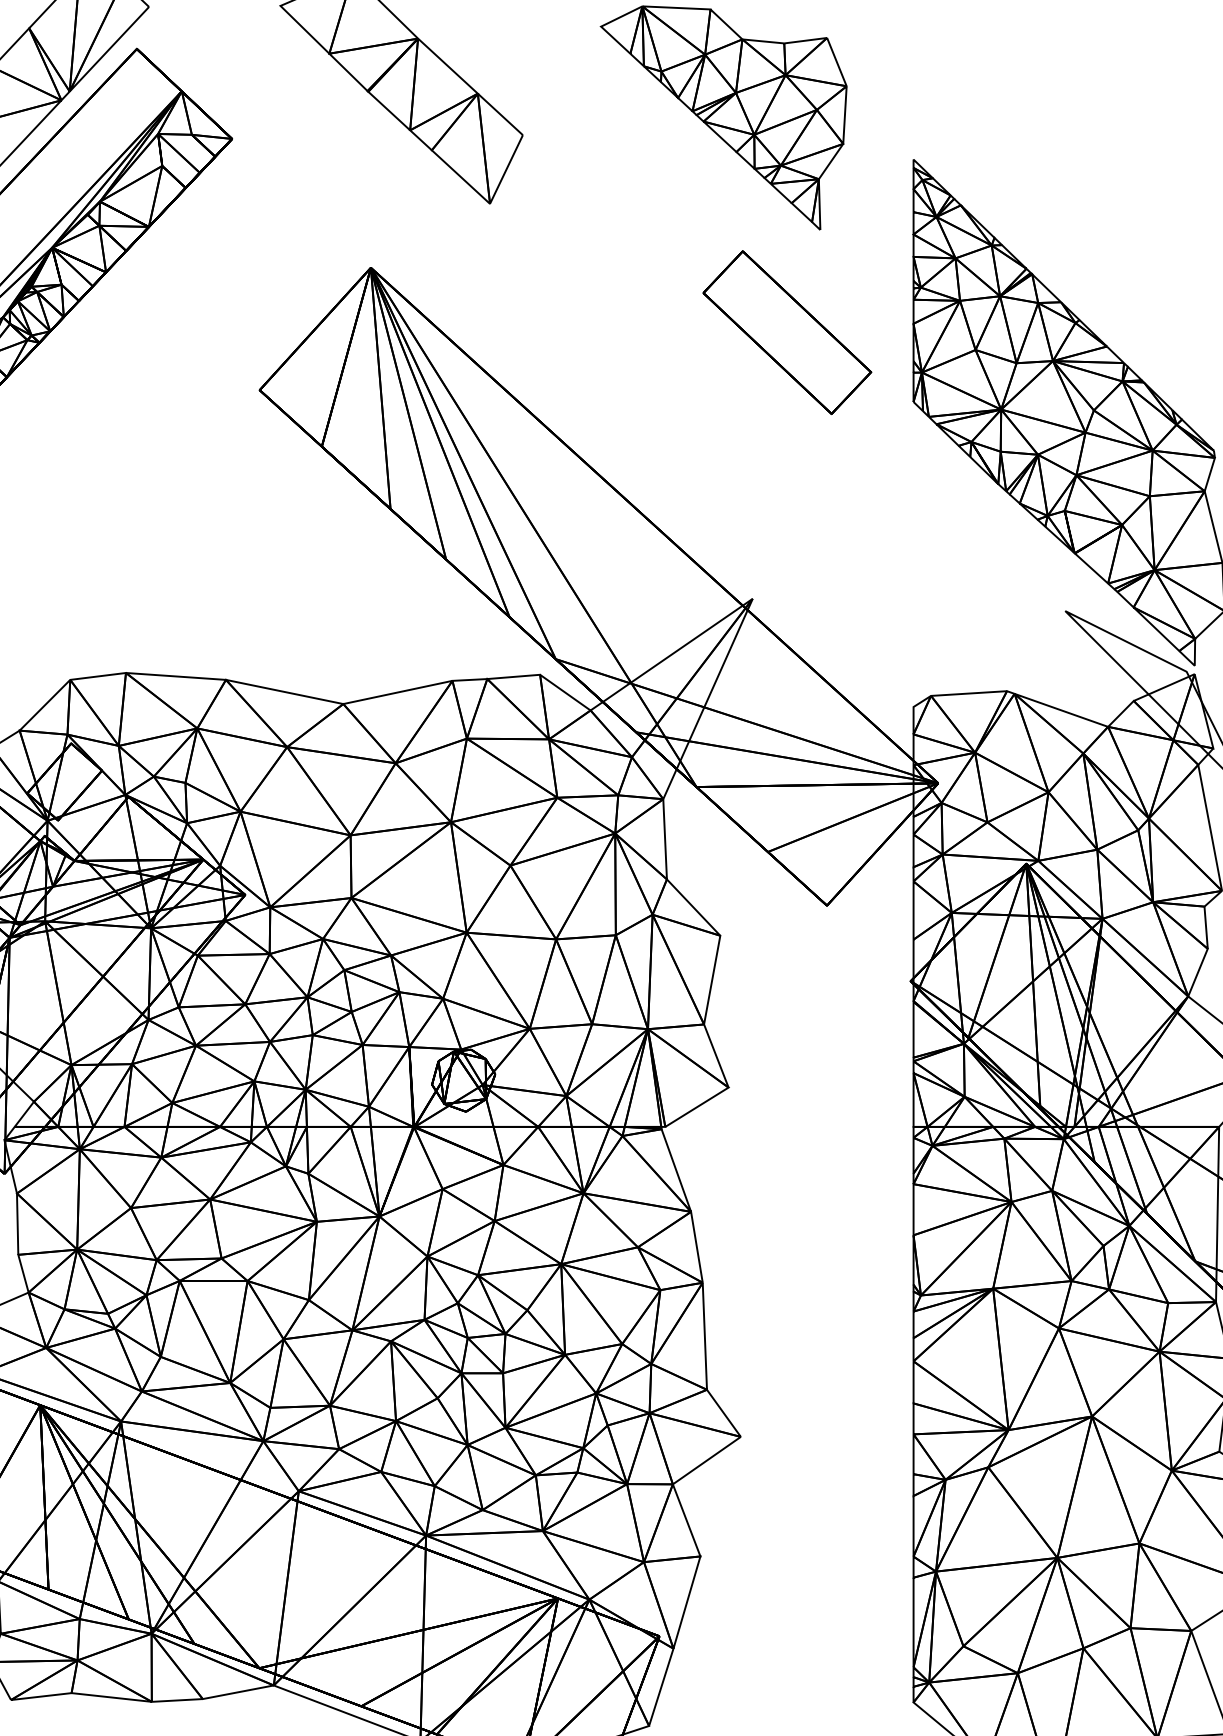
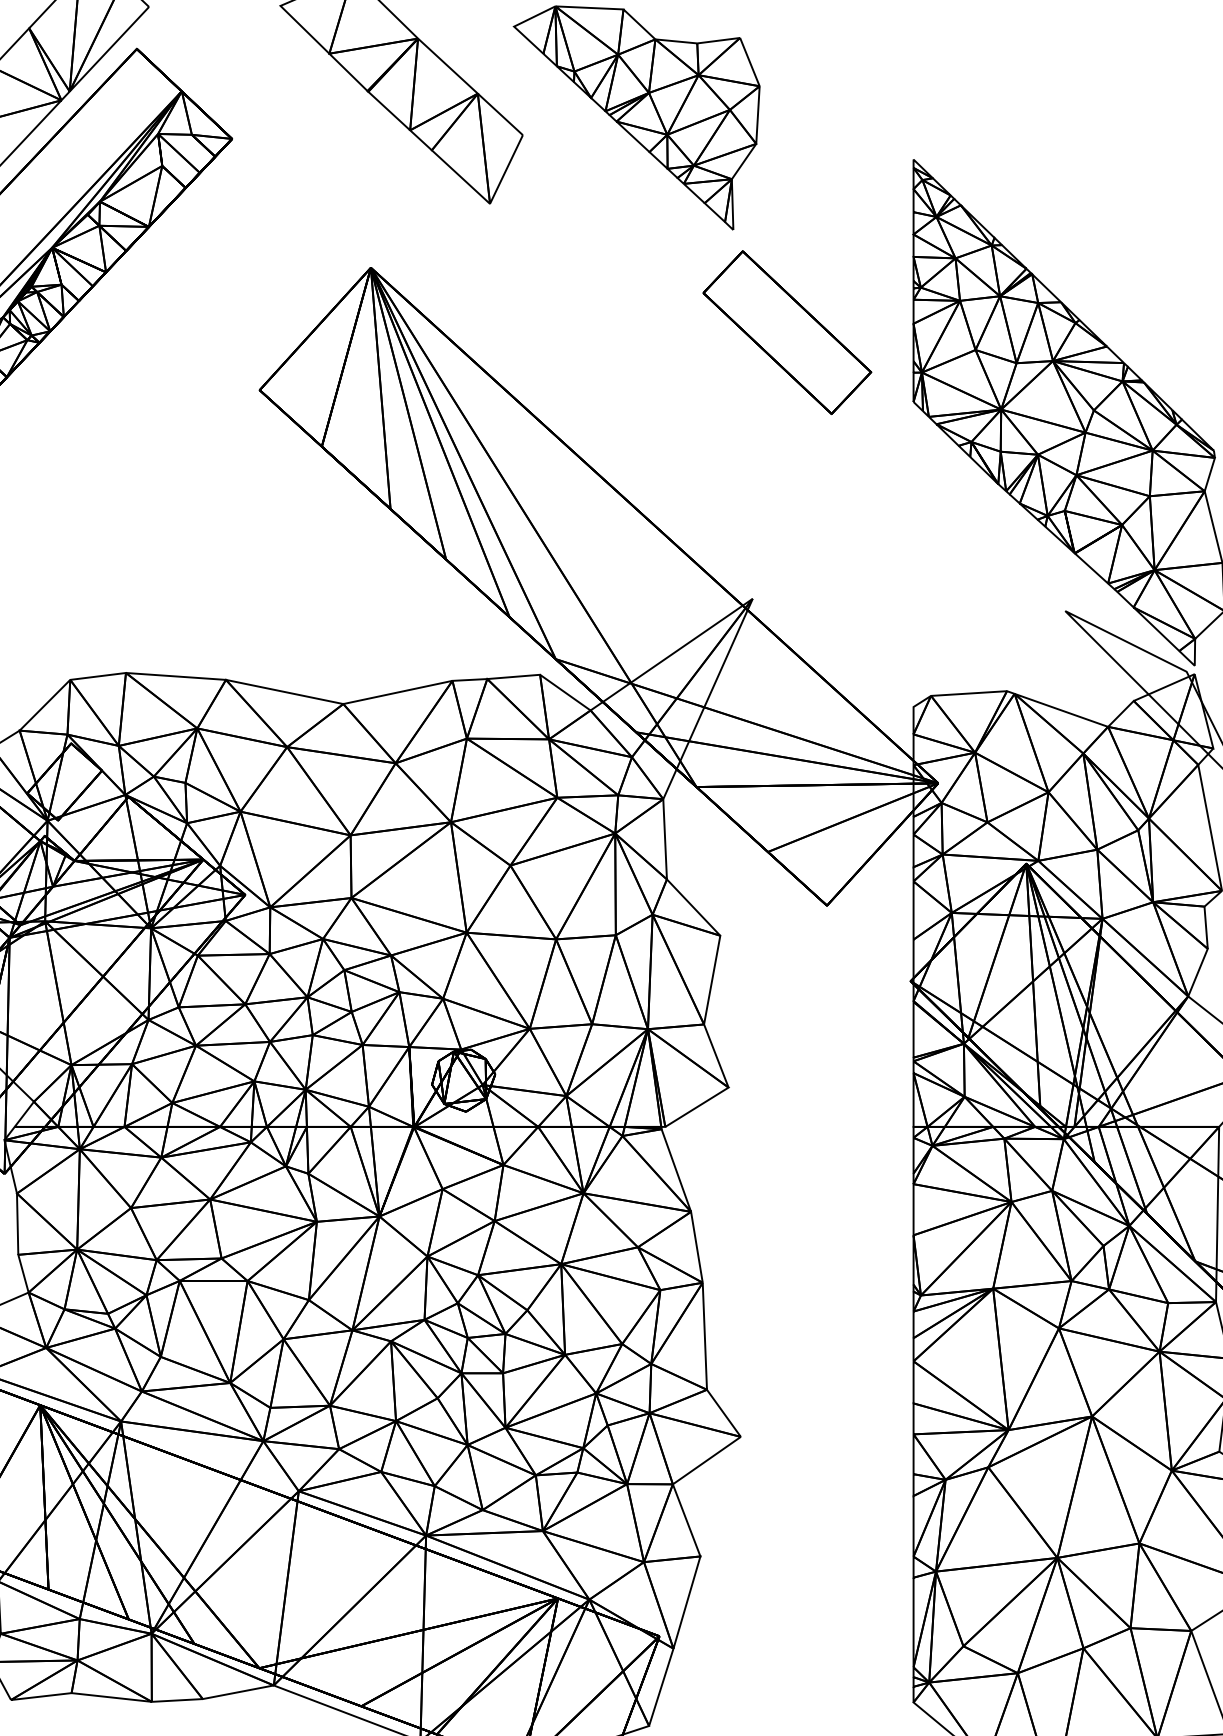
part at (723, 117) position: (723, 117) -> (636, 117)
